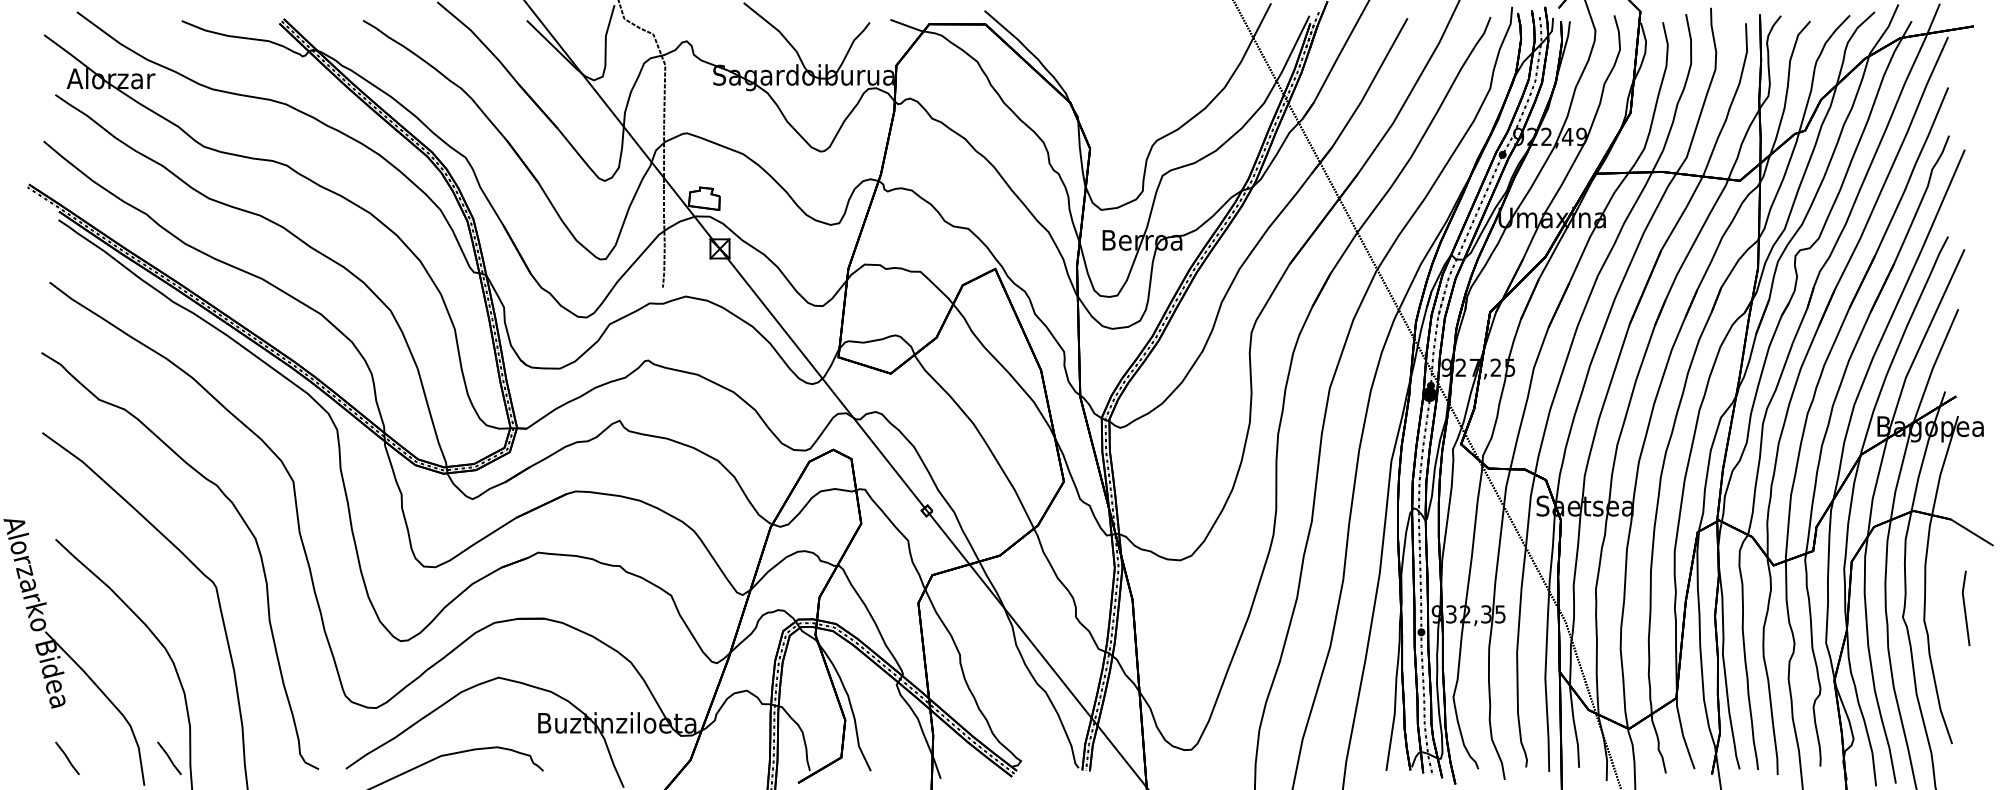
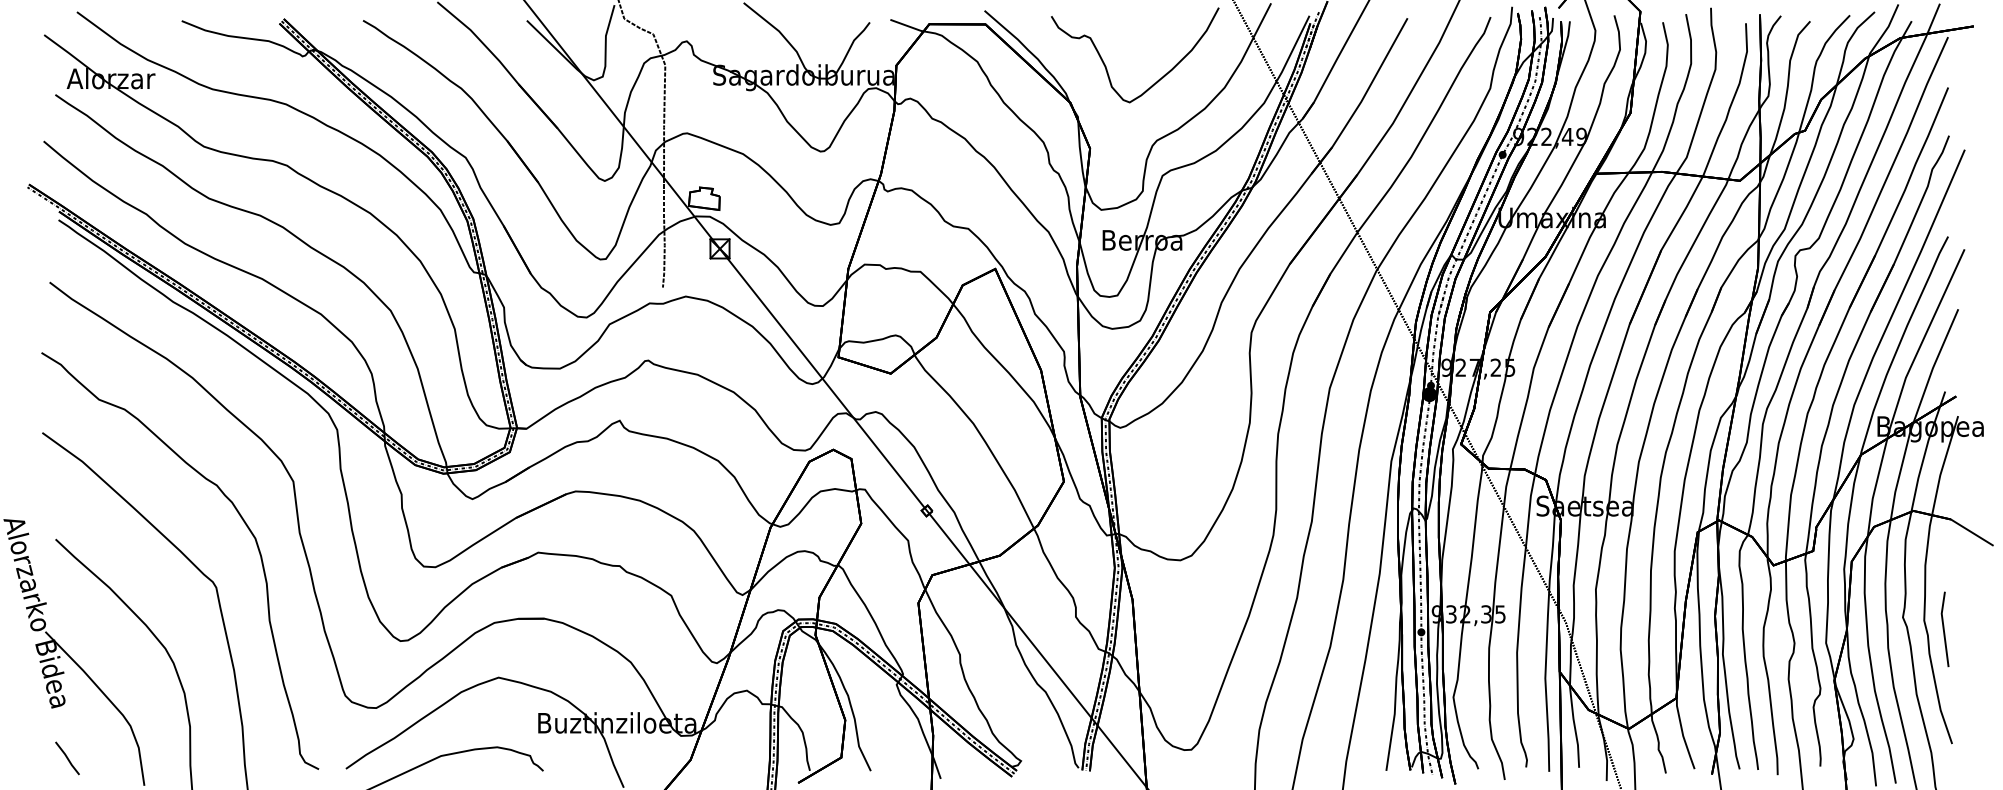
curve at (1106, 66): none -> present
line at (1965, 608) position: (1965, 608) -> (1944, 629)
line at (169, 758): present -> none
